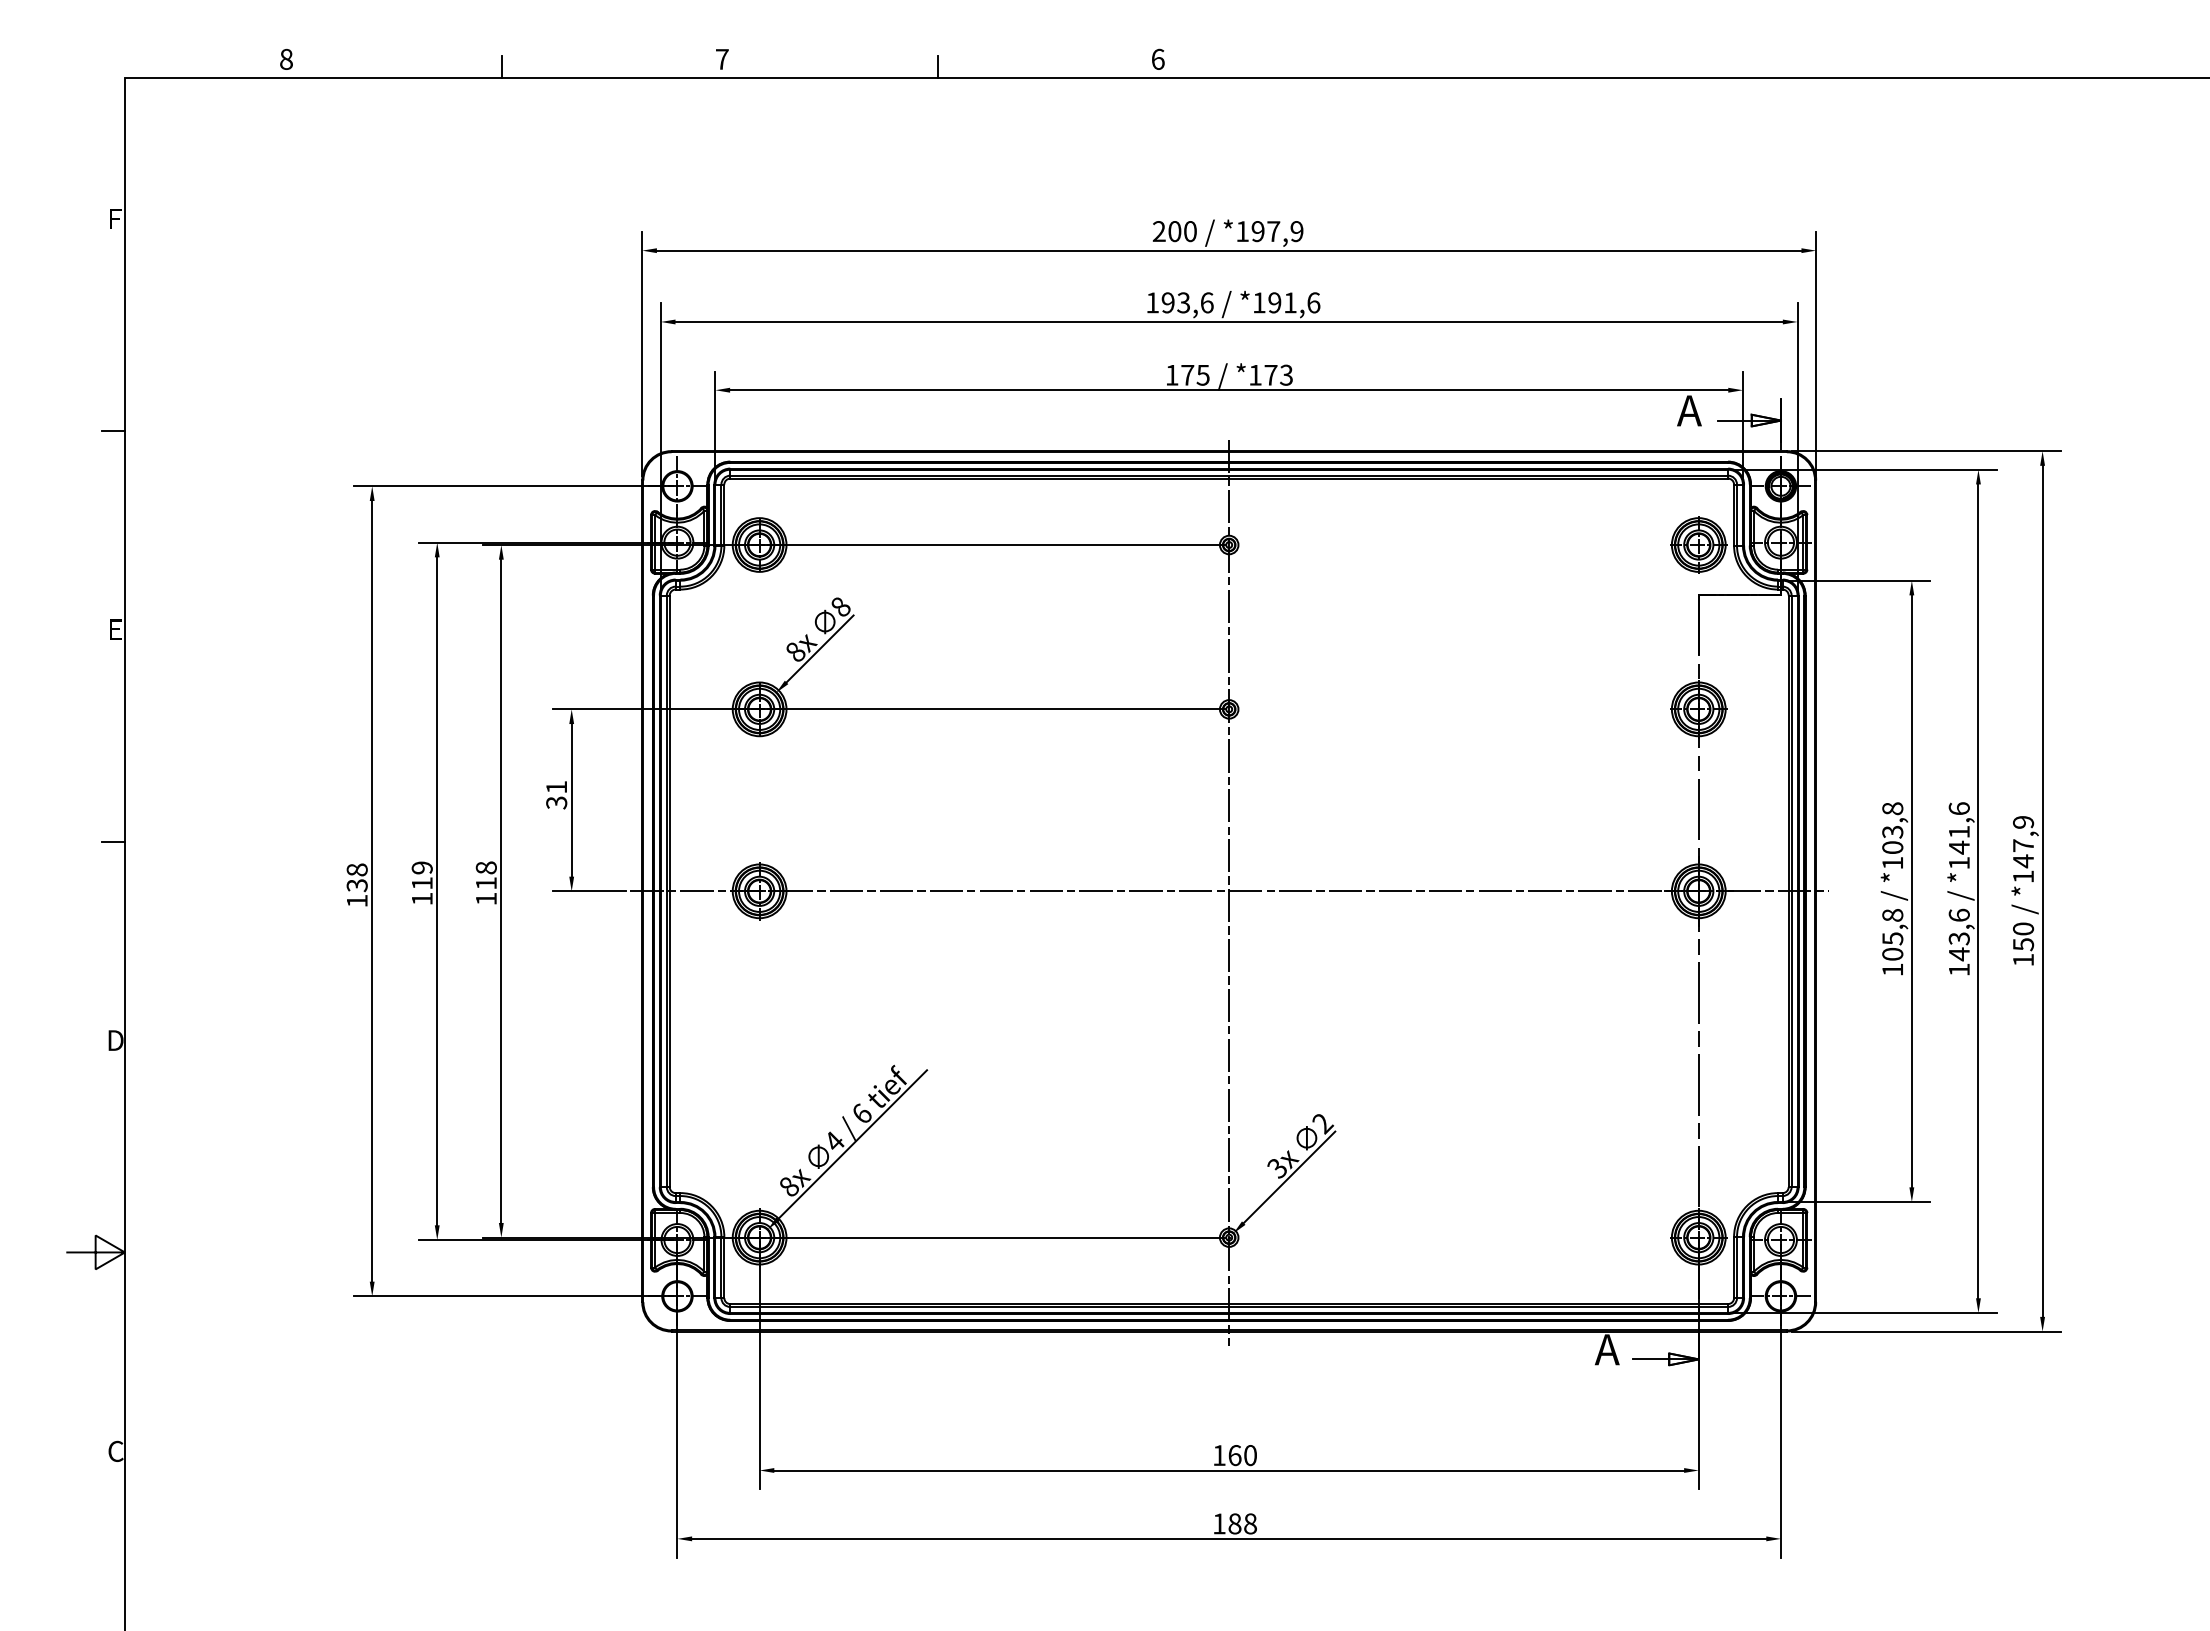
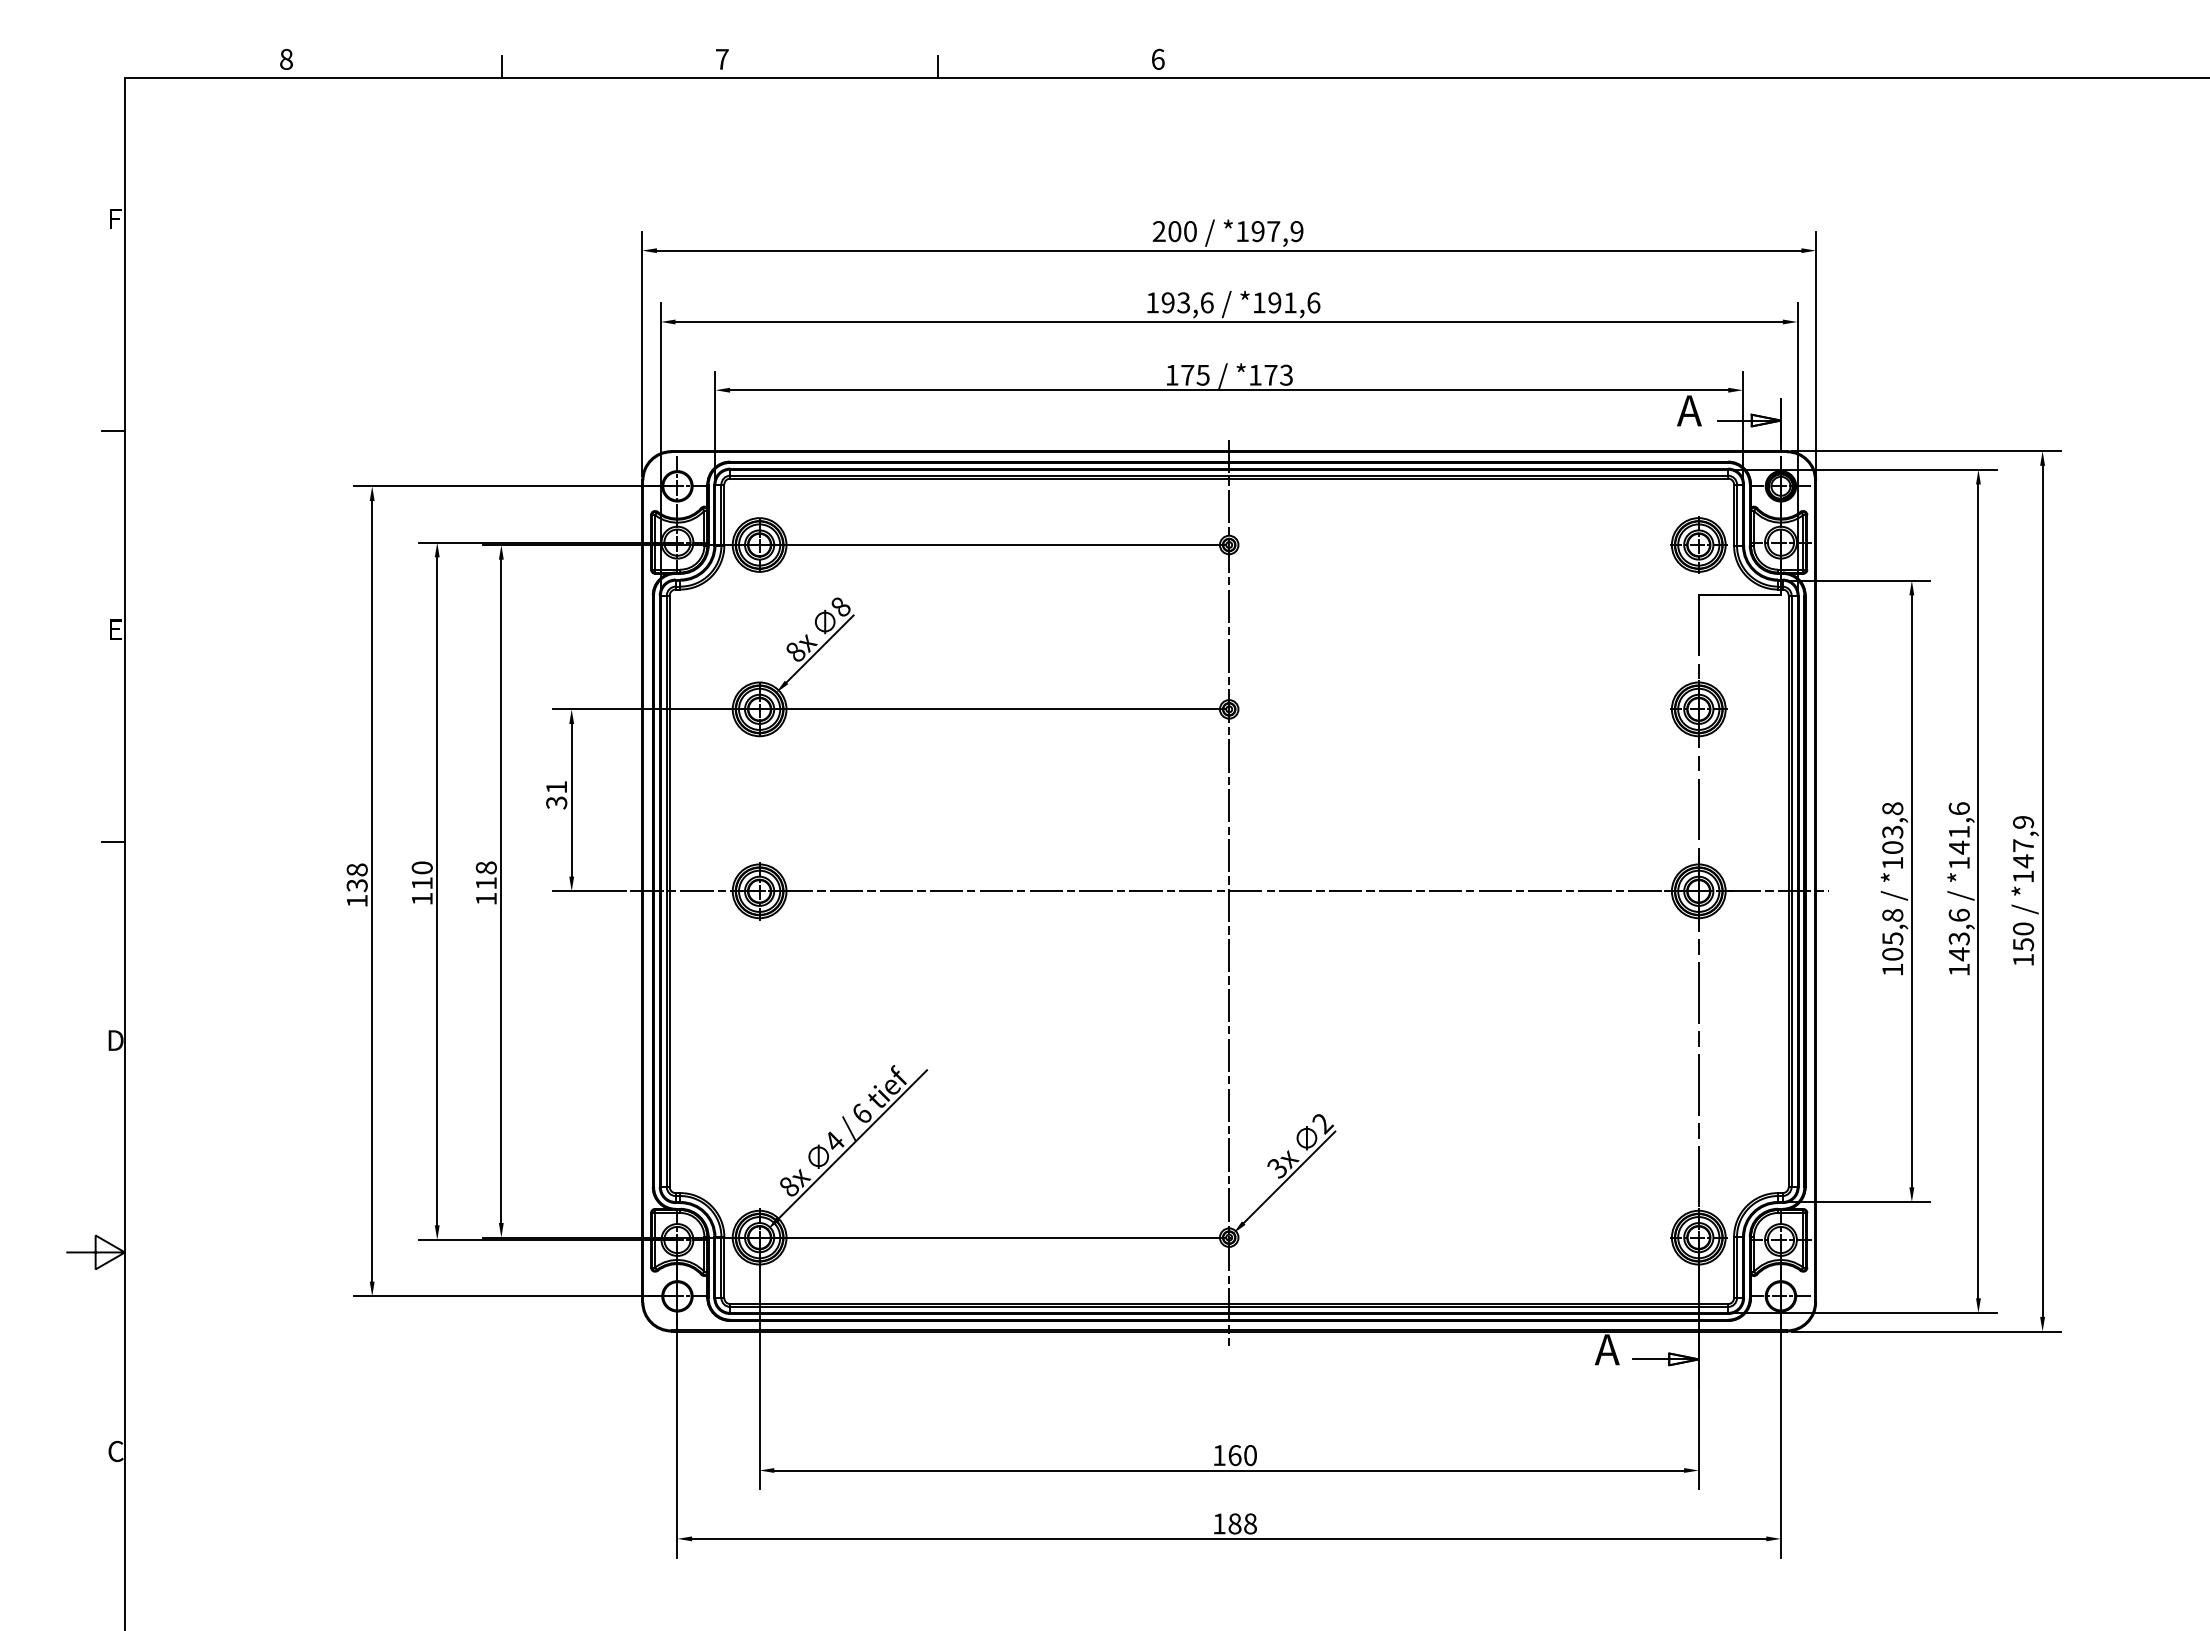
text at (421, 867): 119 -> 110
